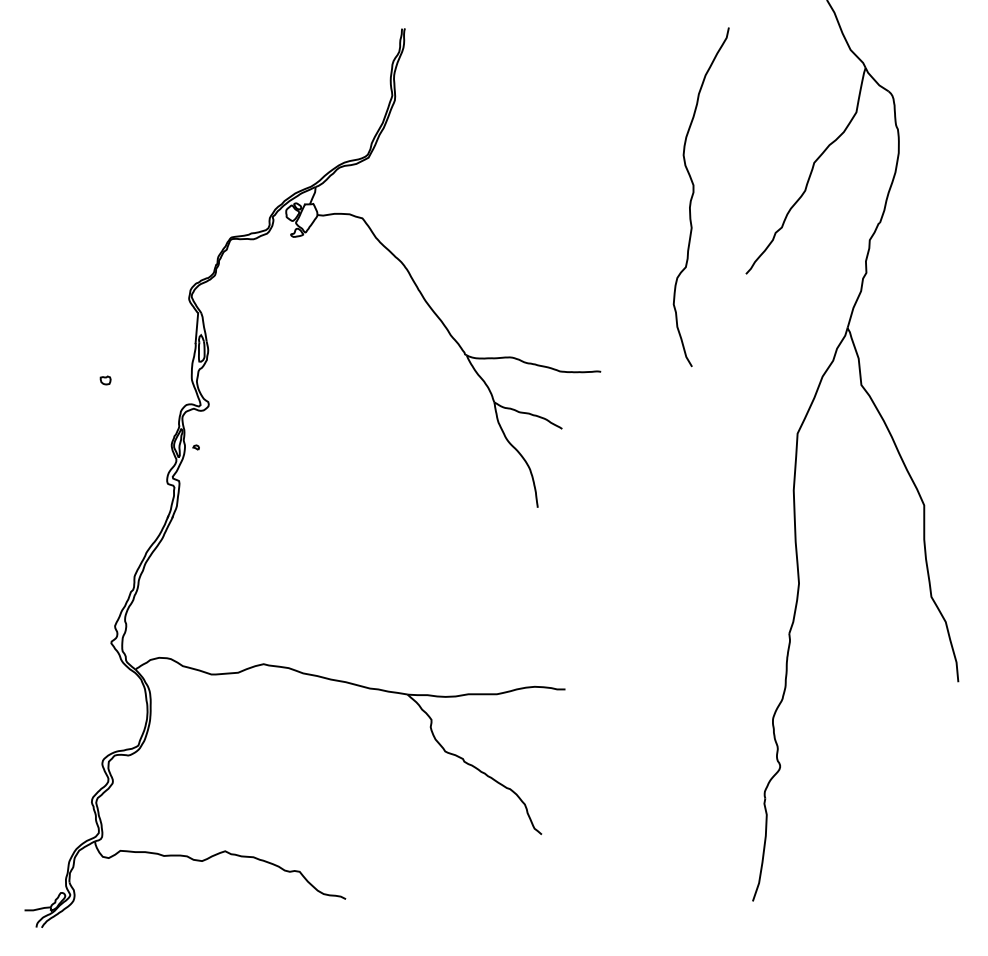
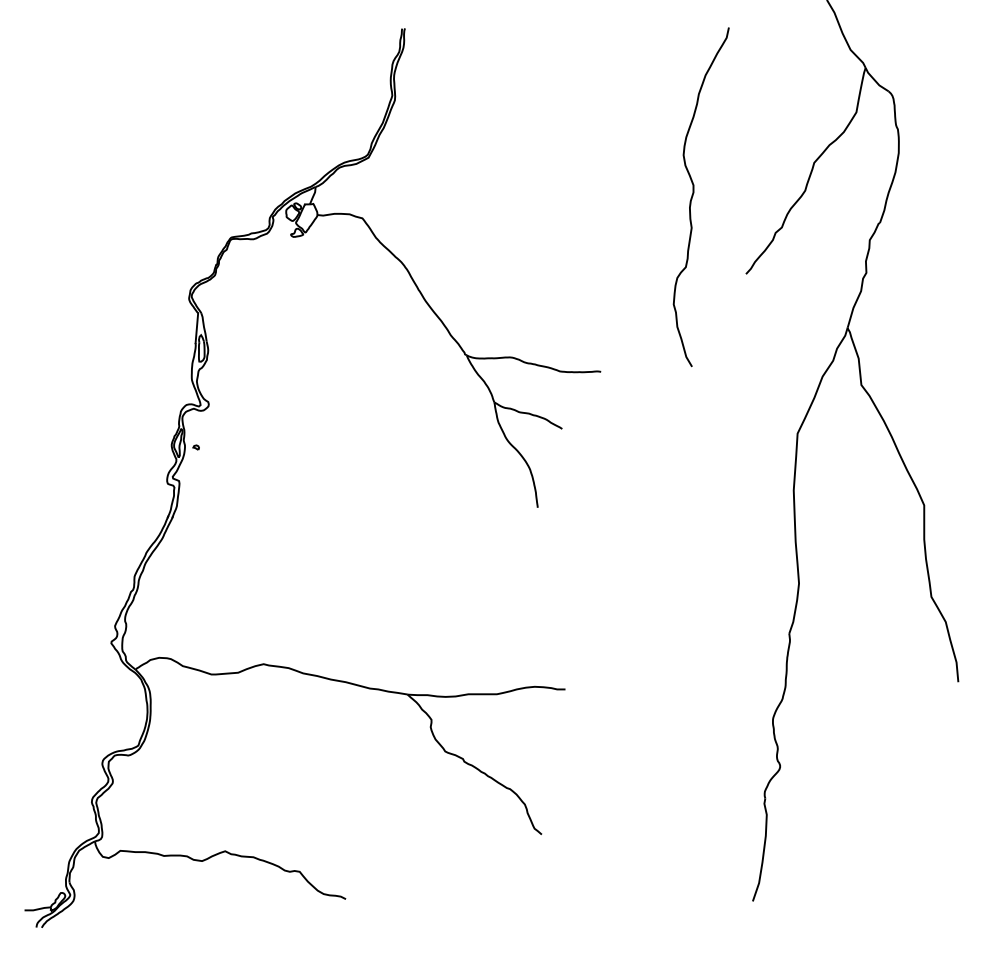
part at (105, 380): present -> none
